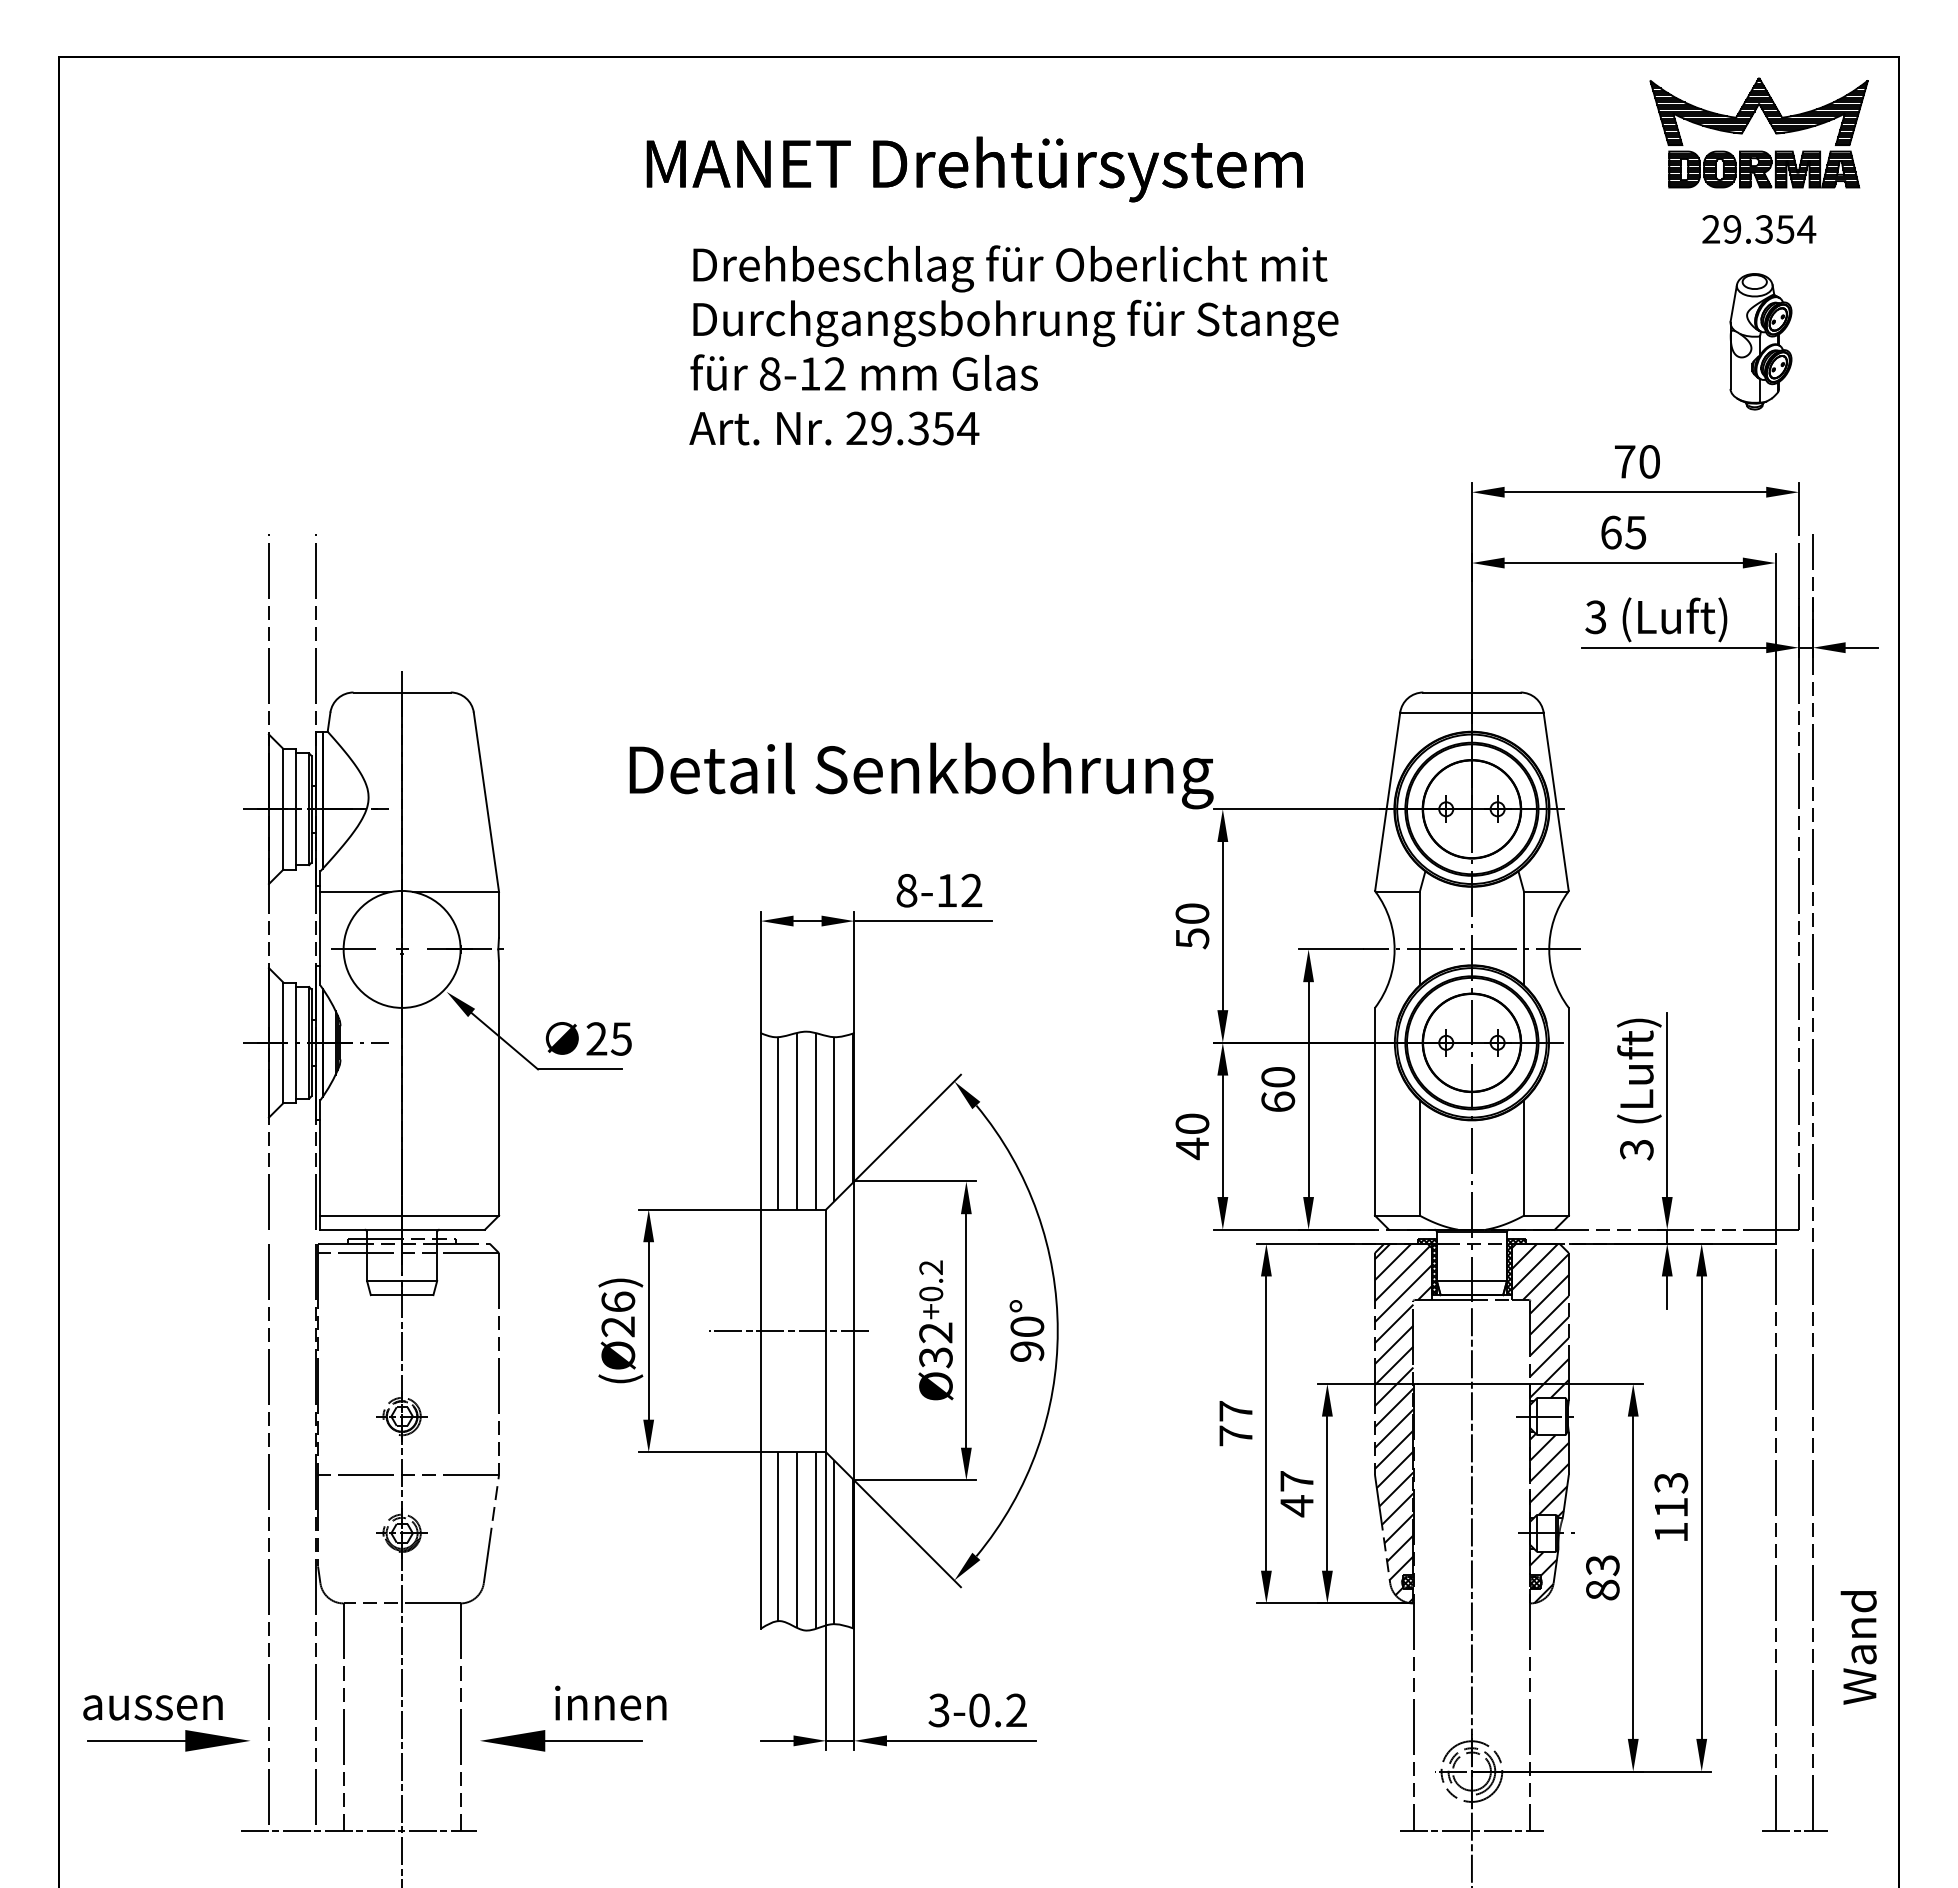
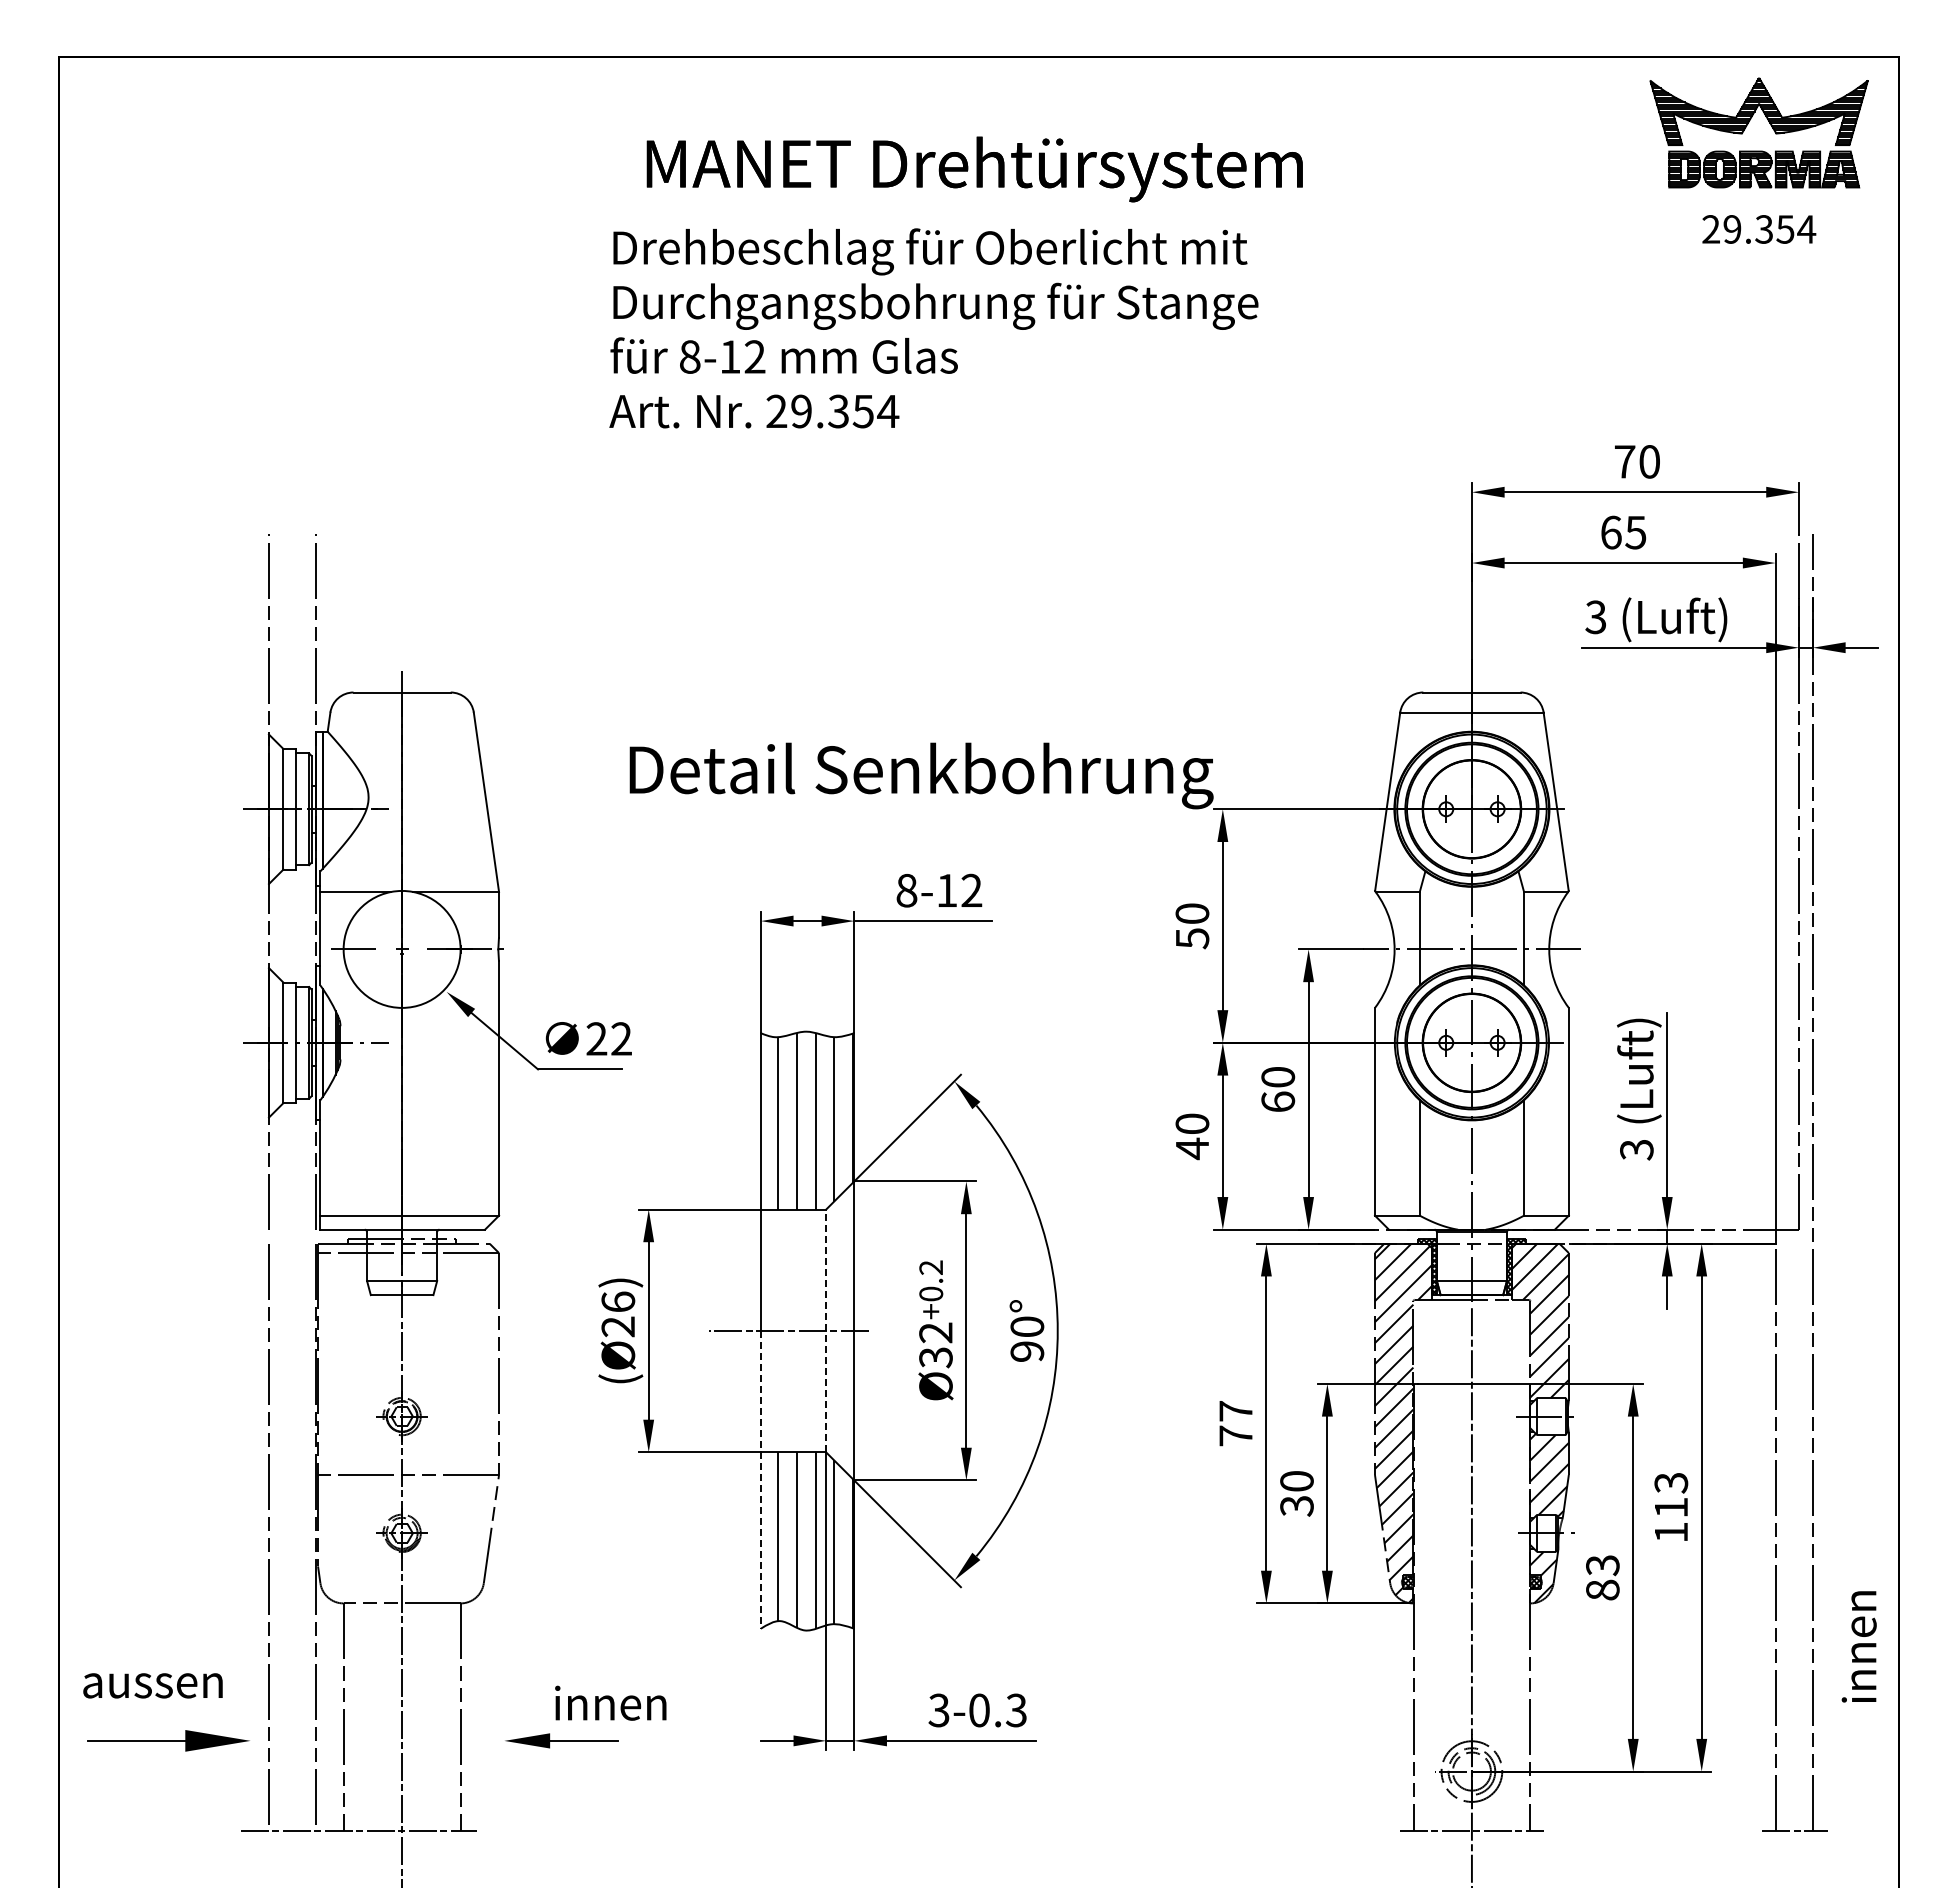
part at (1760, 341): present -> none
text at (1013, 345) position: (1013, 345) -> (933, 328)
text at (620, 1038): 25 -> 22
line at (826, 1330): solid -> dashed
line at (760, 1479): solid -> dashed
text at (1296, 1494): 47 -> 30
text at (1858, 1647): Wand -> innen
text at (152, 1707) position: (152, 1707) -> (152, 1685)
text at (1016, 1710): 3-0.2 -> 3-0.3
part at (561, 1740) size: 163x22 px -> 114x16 px
